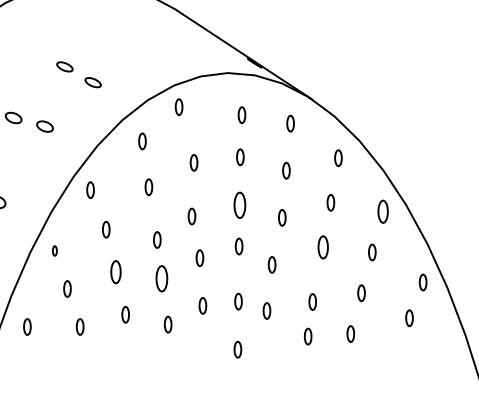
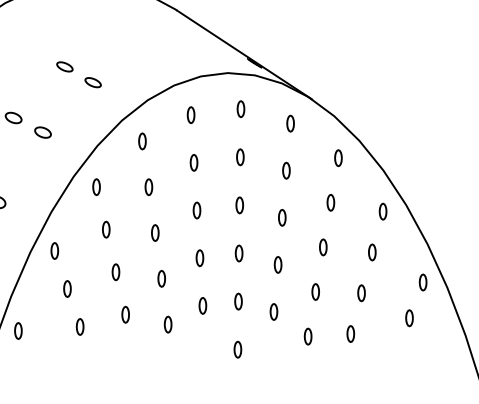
part at (178, 106) position: (178, 106) -> (190, 114)
part at (241, 114) position: (241, 114) -> (240, 108)
part at (44, 126) position: (44, 126) -> (42, 132)
part at (90, 190) position: (90, 190) -> (96, 187)
part at (239, 205) size: 14x29 px -> 9x19 px
part at (382, 211) size: 12x25 px -> 10x19 px
part at (191, 216) position: (191, 216) -> (196, 210)
part at (157, 239) position: (157, 239) -> (155, 232)
part at (238, 246) position: (238, 246) -> (238, 253)
part at (322, 247) size: 12x25 px -> 9x19 px
part at (54, 250) size: 6x12 px -> 10x18 px
part at (271, 264) position: (271, 264) -> (277, 264)
part at (115, 272) size: 12x25 px -> 10x19 px
part at (161, 278) size: 14x28 px -> 9x18 px
part at (312, 301) position: (312, 301) -> (315, 291)
part at (266, 310) position: (266, 310) -> (273, 311)
part at (27, 326) position: (27, 326) -> (18, 330)
